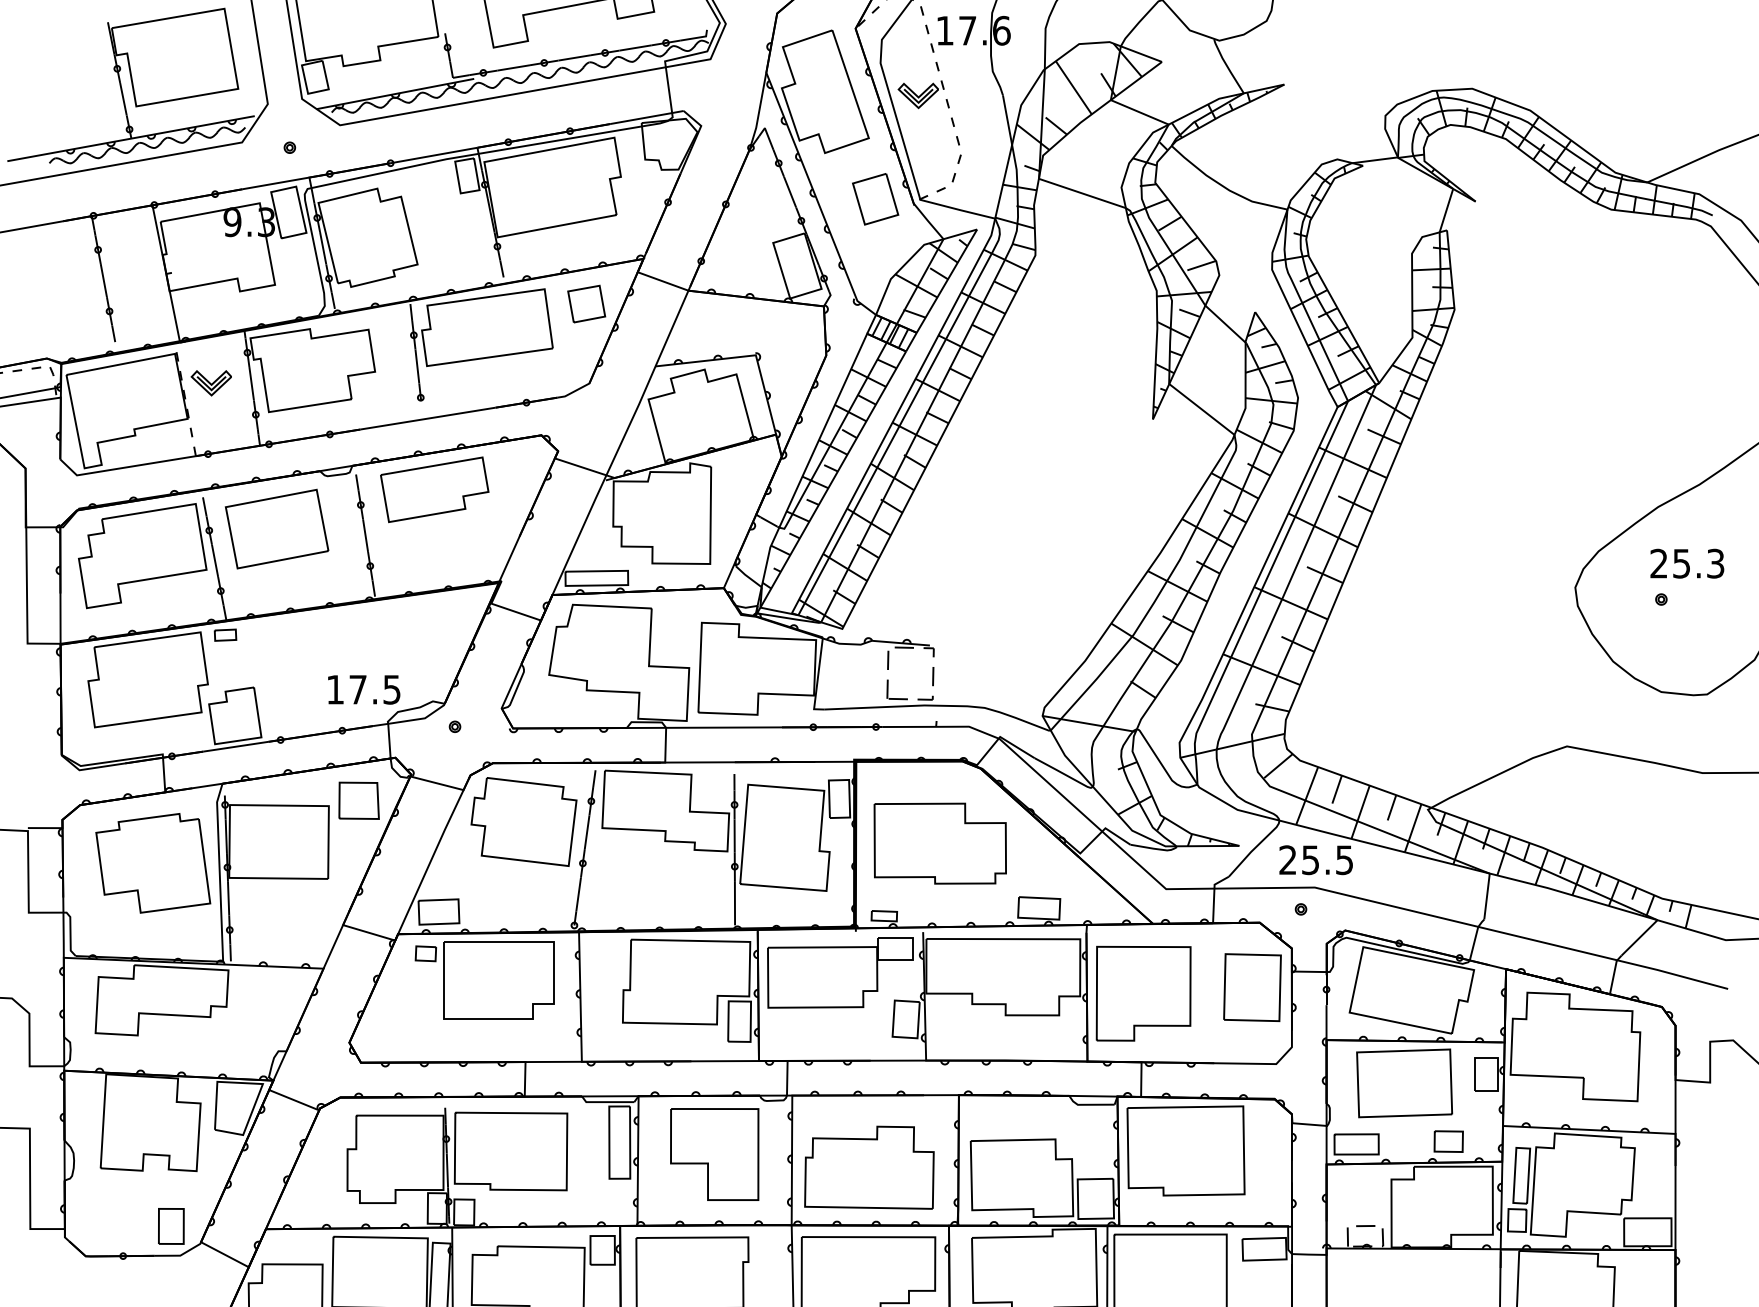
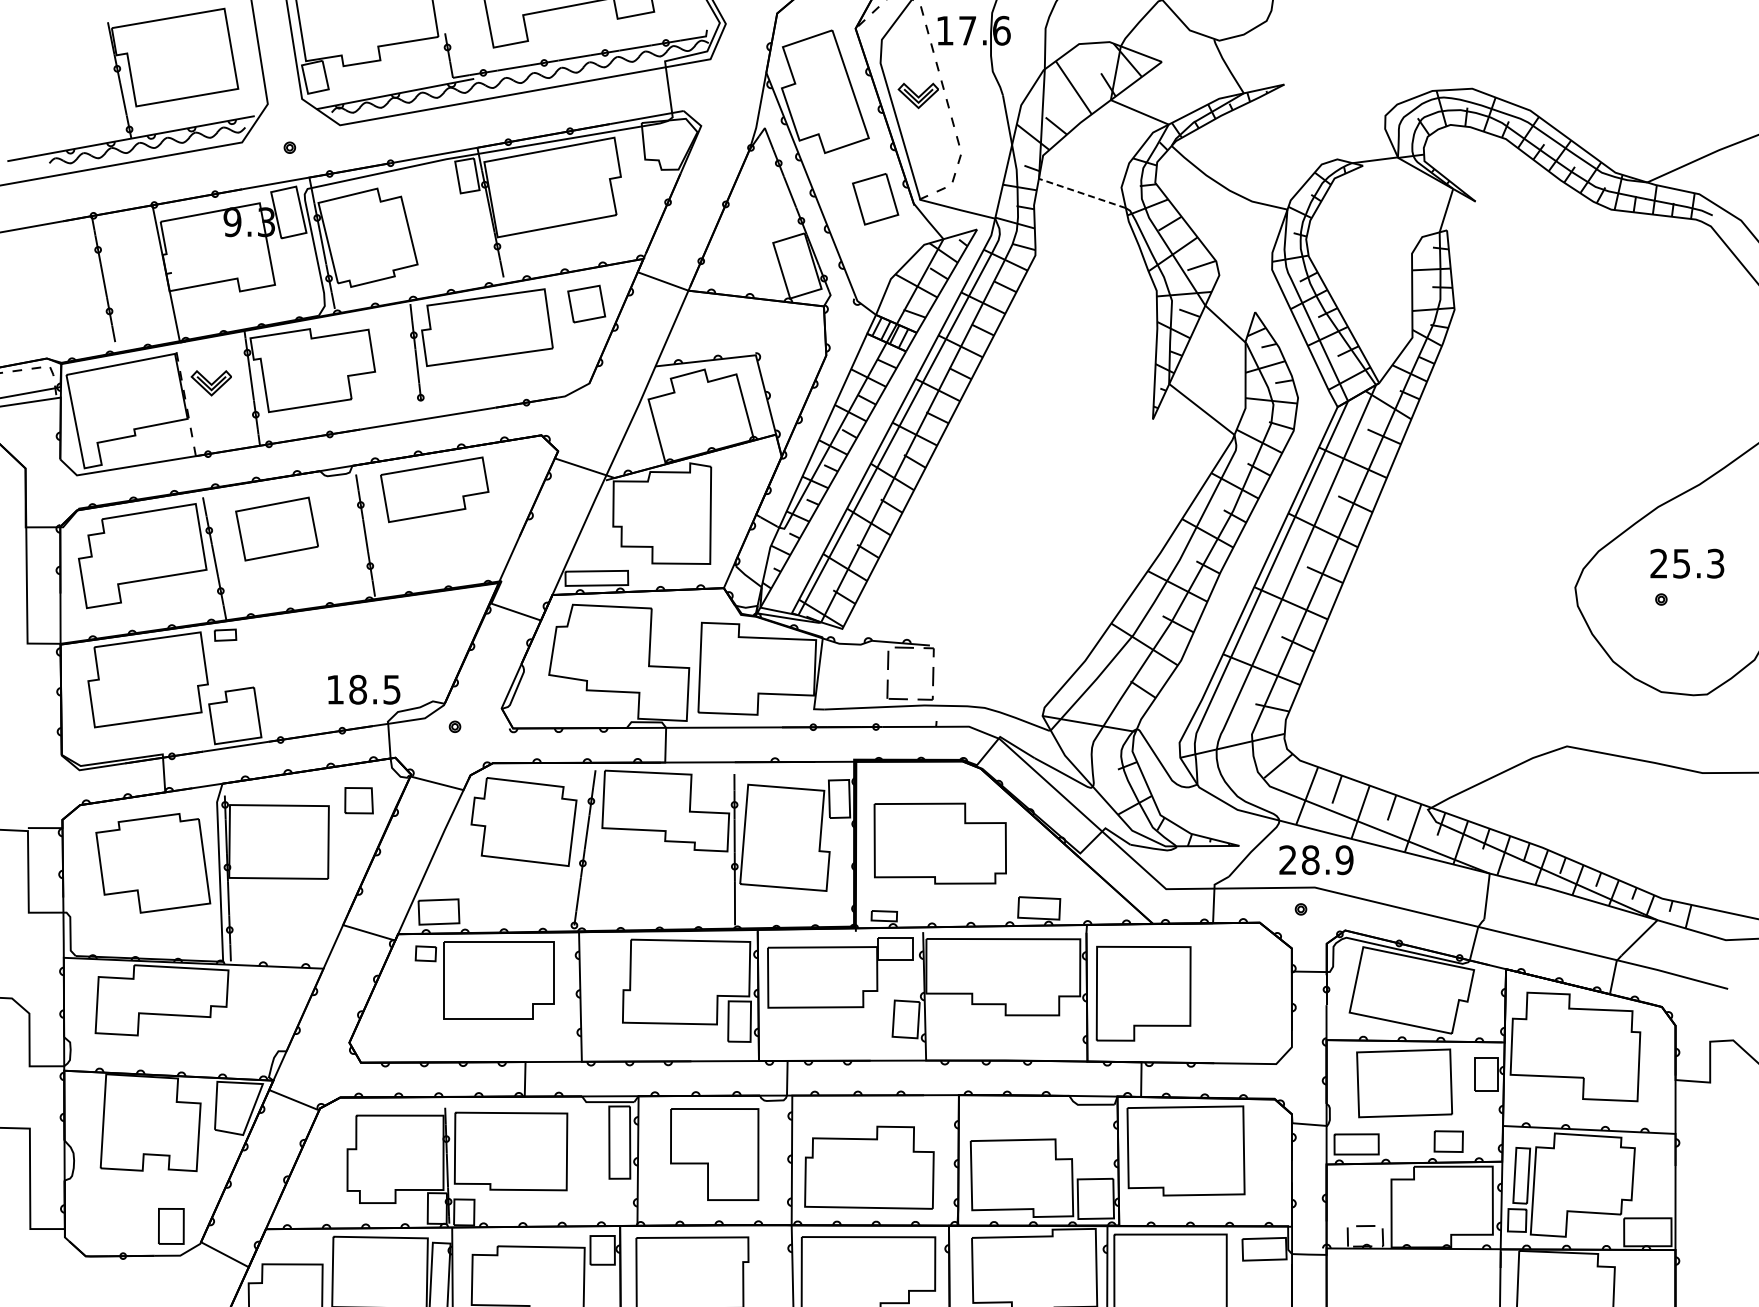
line at (1083, 193): solid -> dashed
part at (276, 528) size: 106x82 px -> 84x66 px
text at (357, 689): 17.5 -> 18.5
part at (358, 800) size: 42x39 px -> 30x28 px
text at (1327, 860): 25.5 -> 28.9
part at (1252, 987): present -> none
